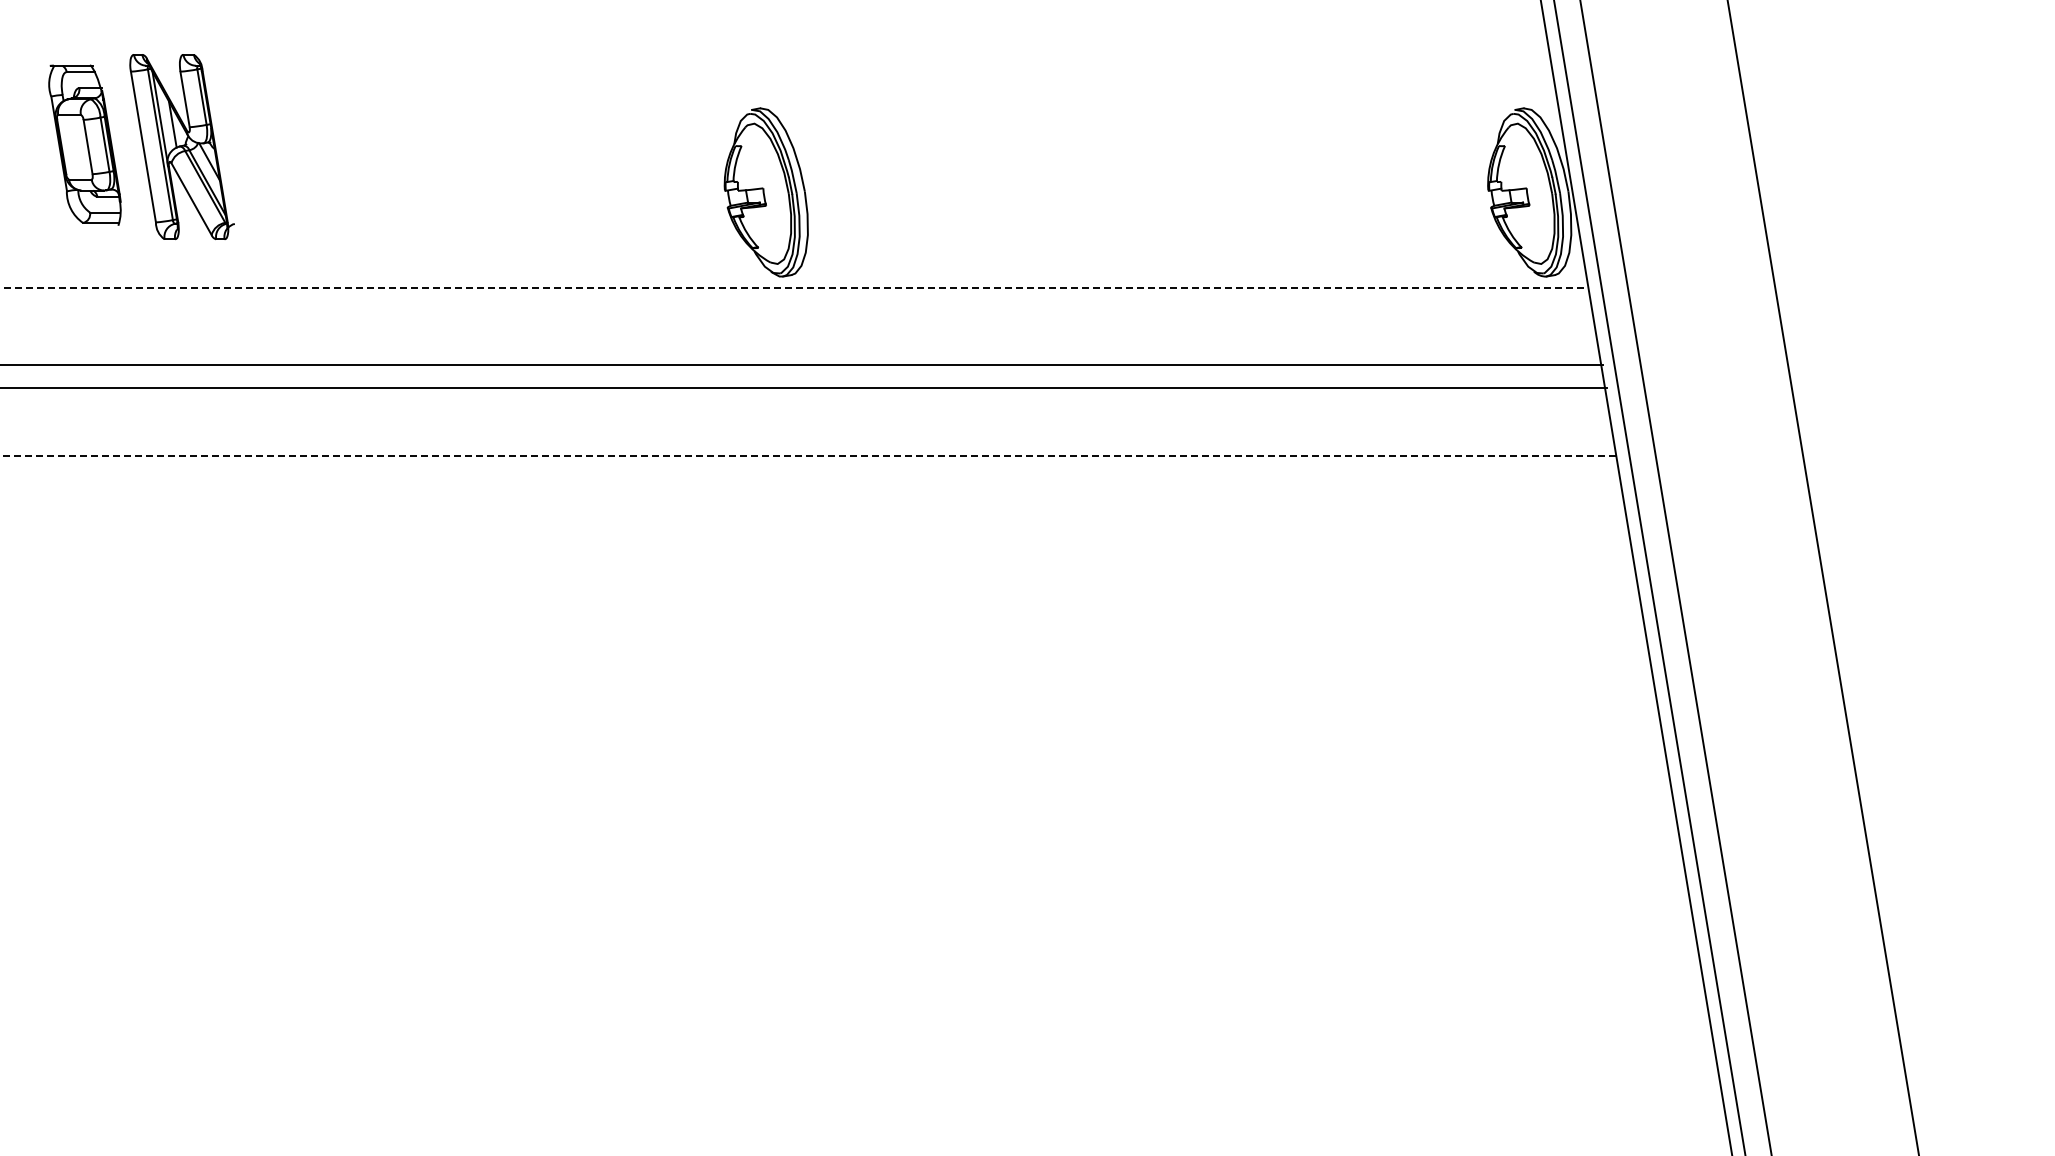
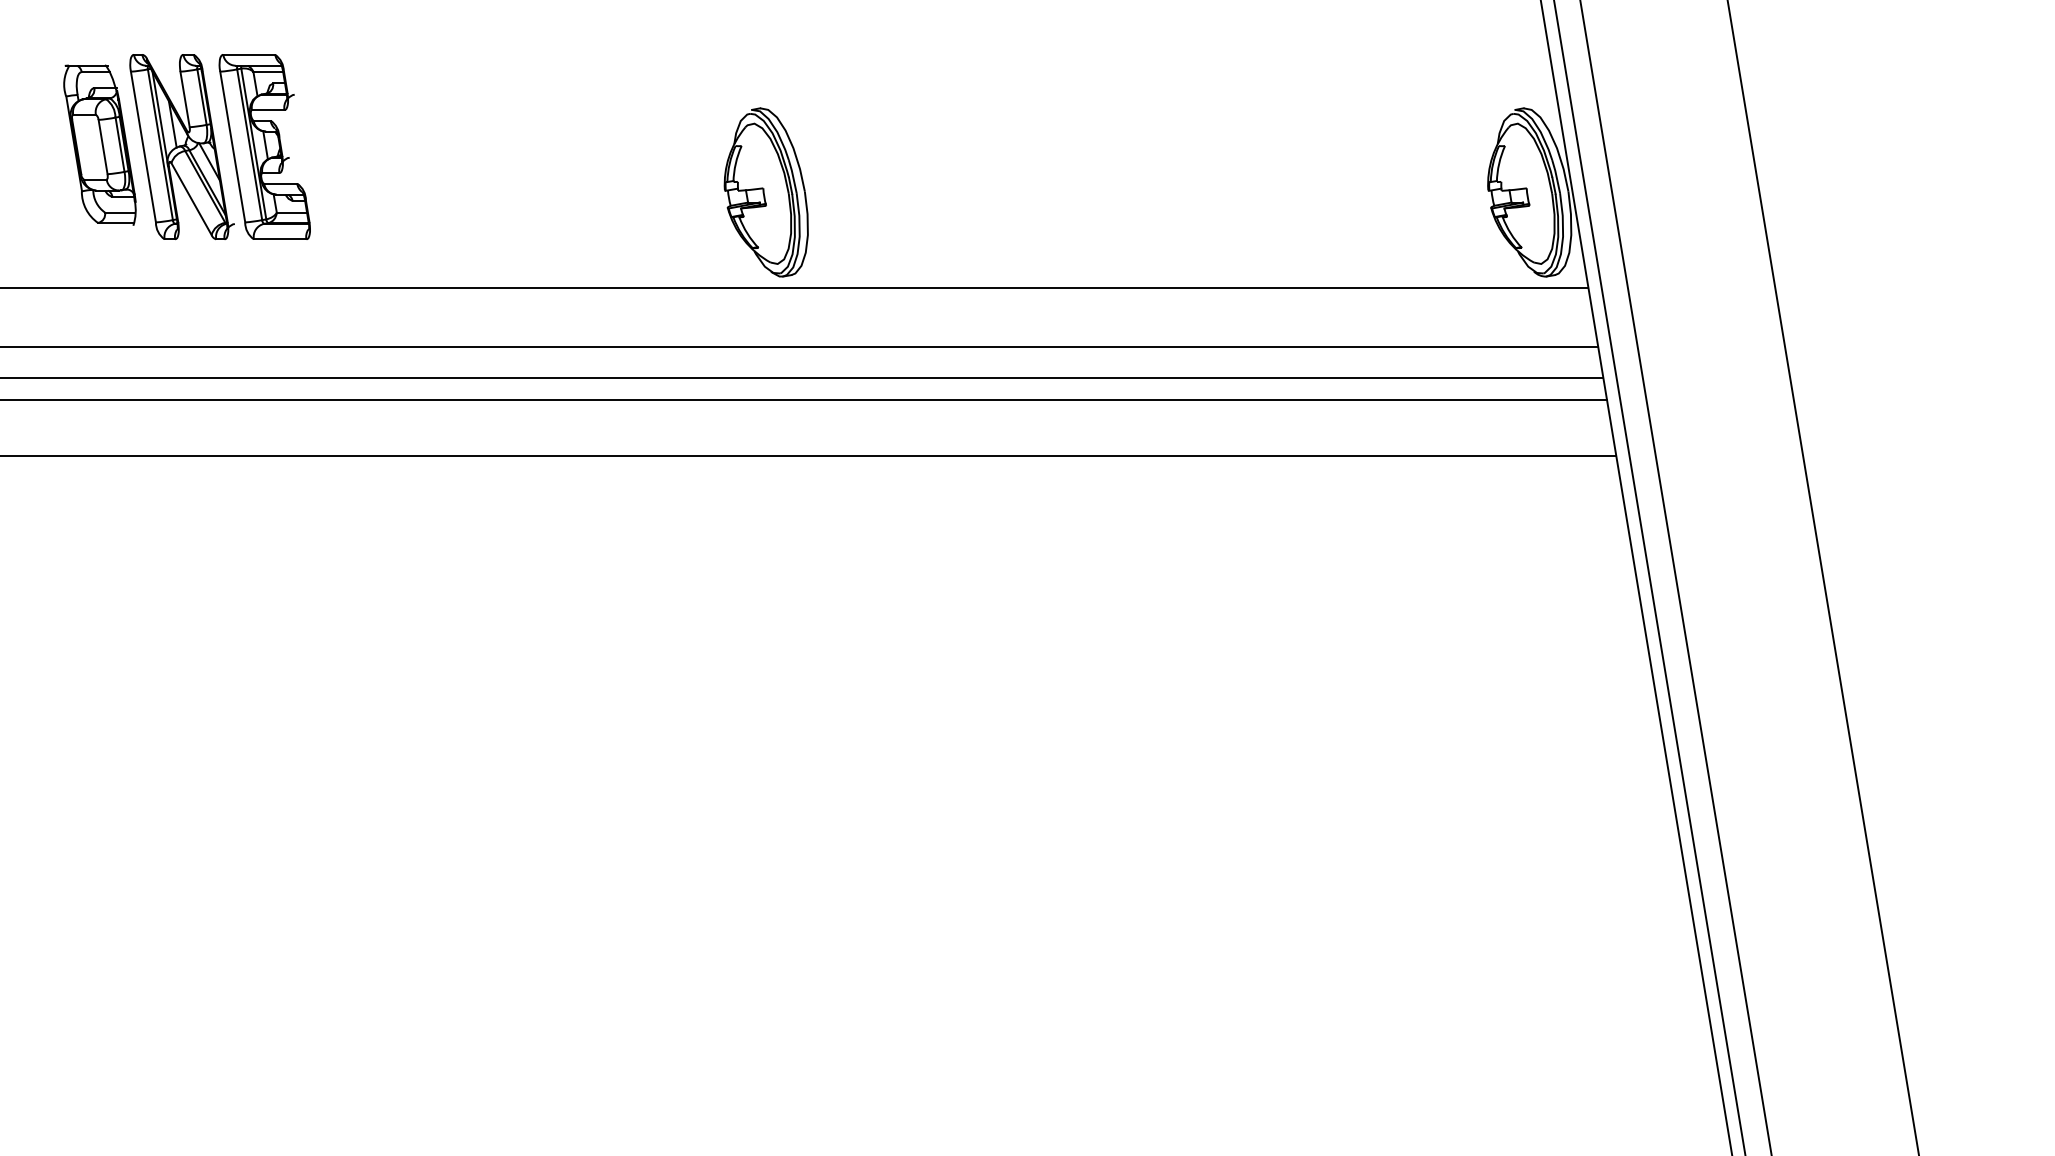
part at (84, 144) position: (84, 144) -> (99, 144)
part at (264, 146): none -> present
line at (794, 287): dashed -> solid
line at (800, 346): none -> present
line at (802, 364) position: (802, 364) -> (802, 377)
line at (804, 387) position: (804, 387) -> (804, 399)
line at (808, 456): dashed -> solid
